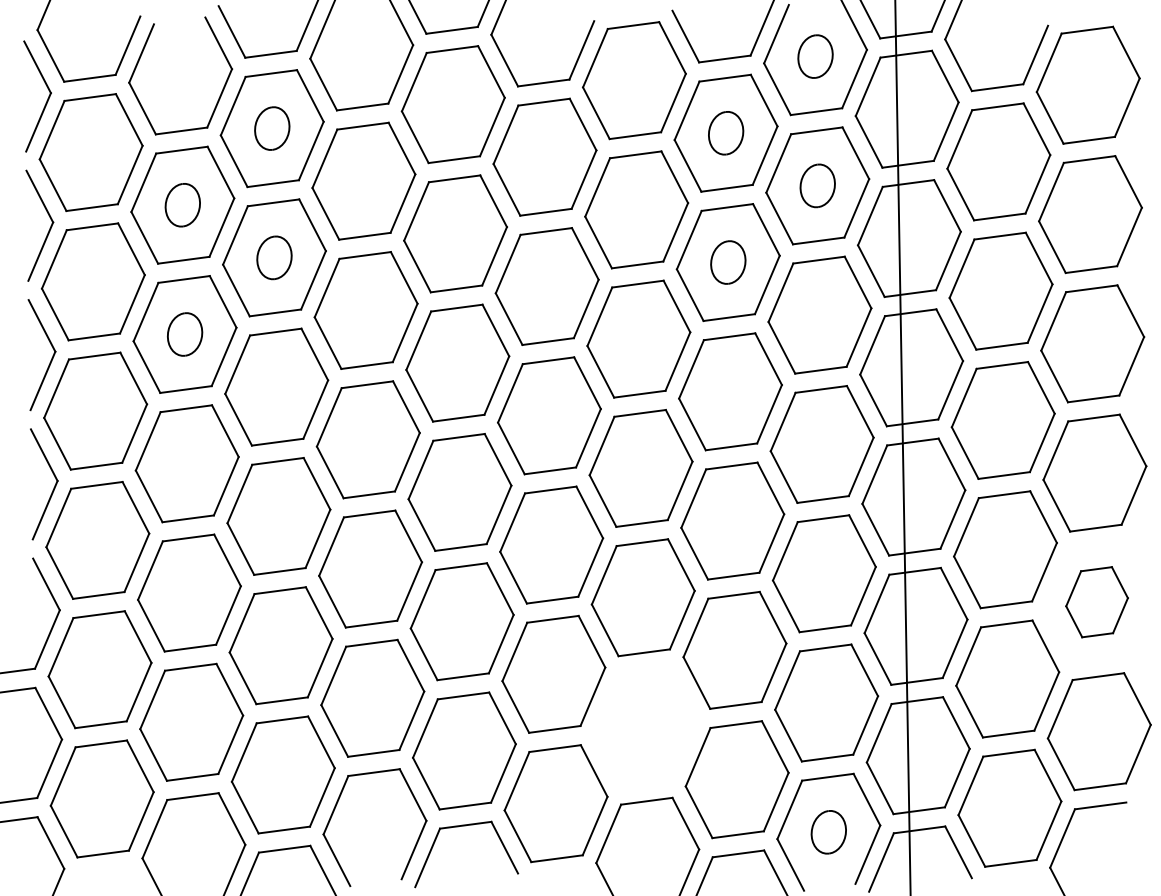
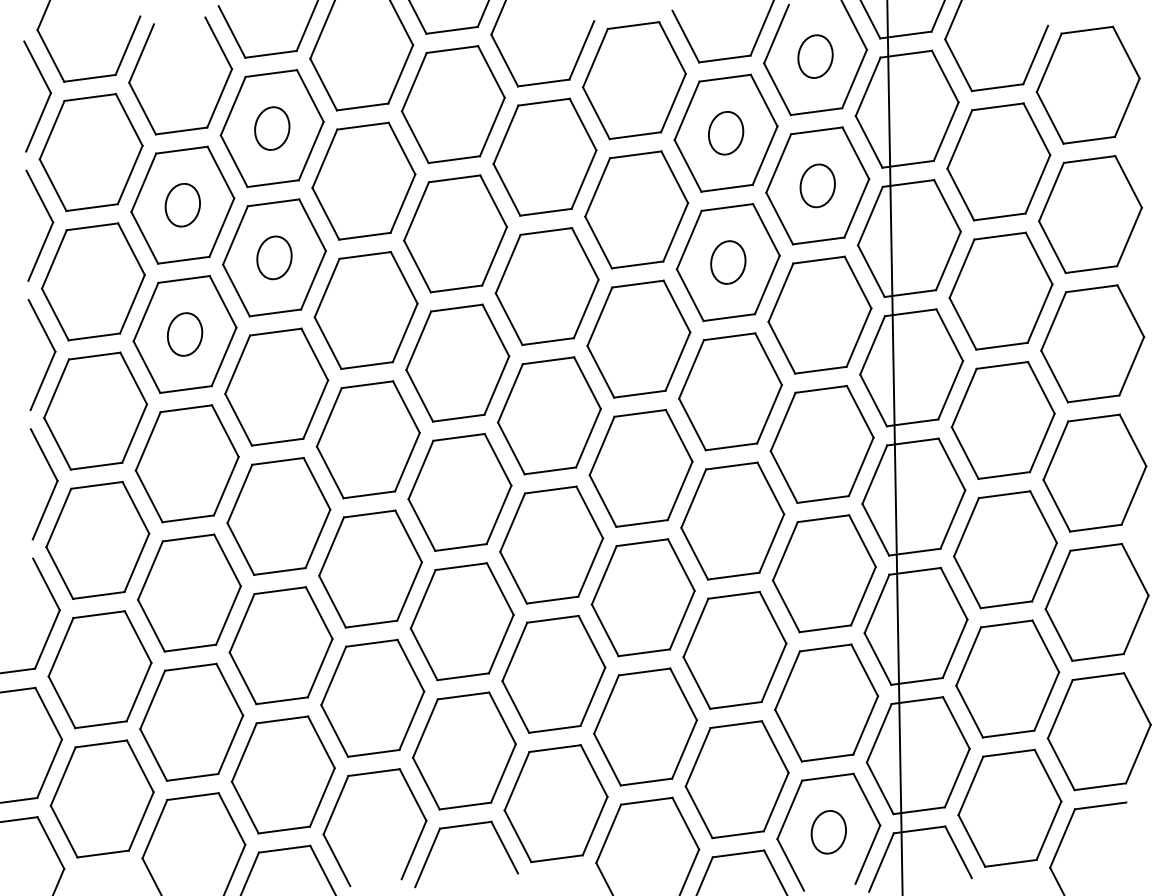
line at (902, 447) position: (902, 447) -> (894, 447)
part at (1096, 602) size: 64x73 px -> 106x120 px
part at (645, 726): none -> present
